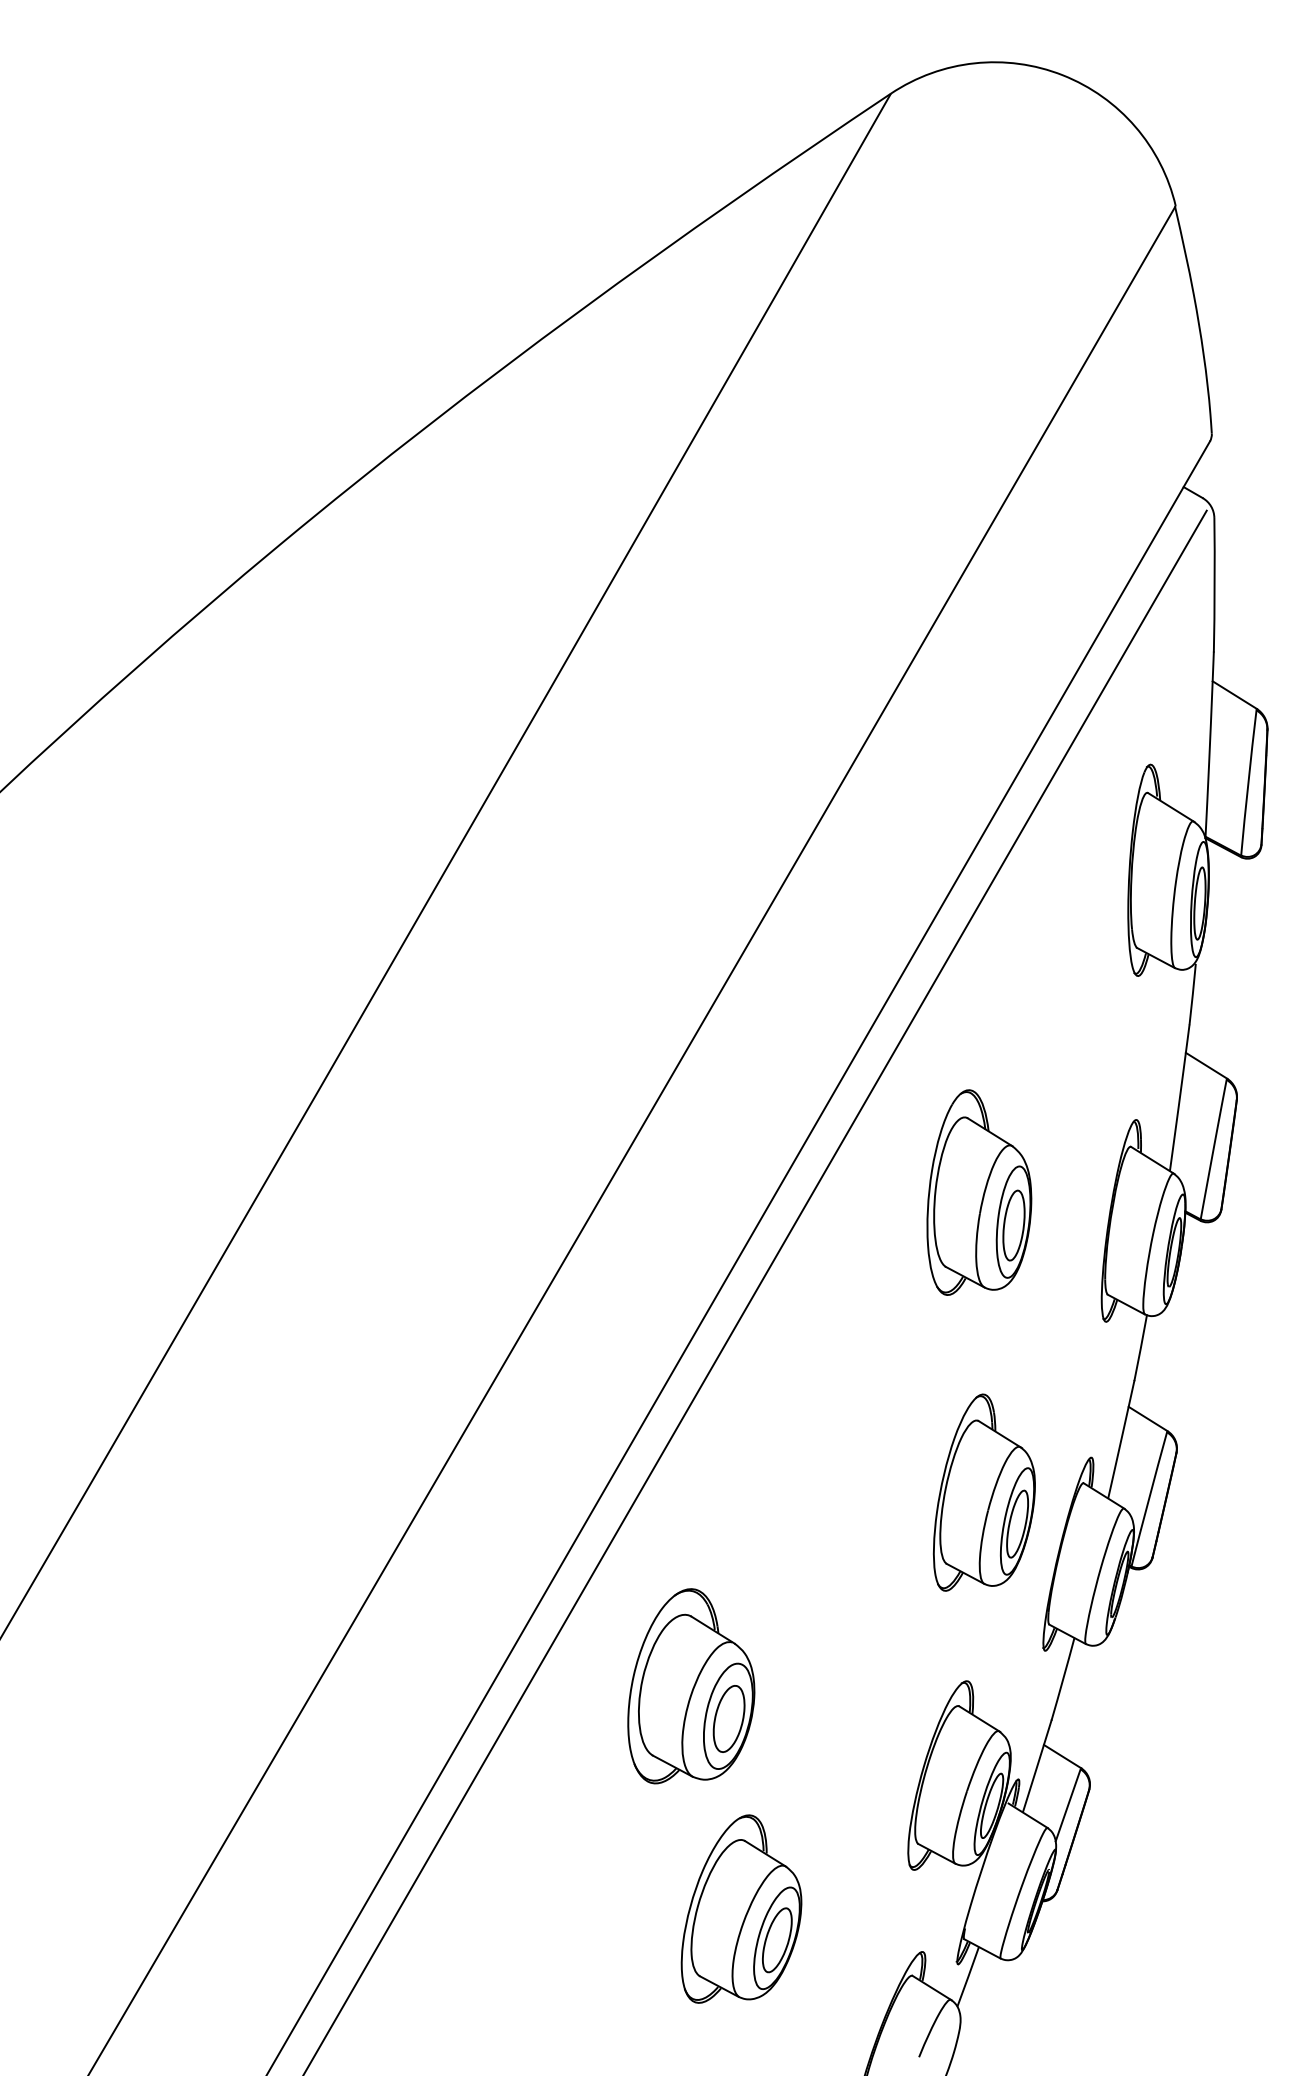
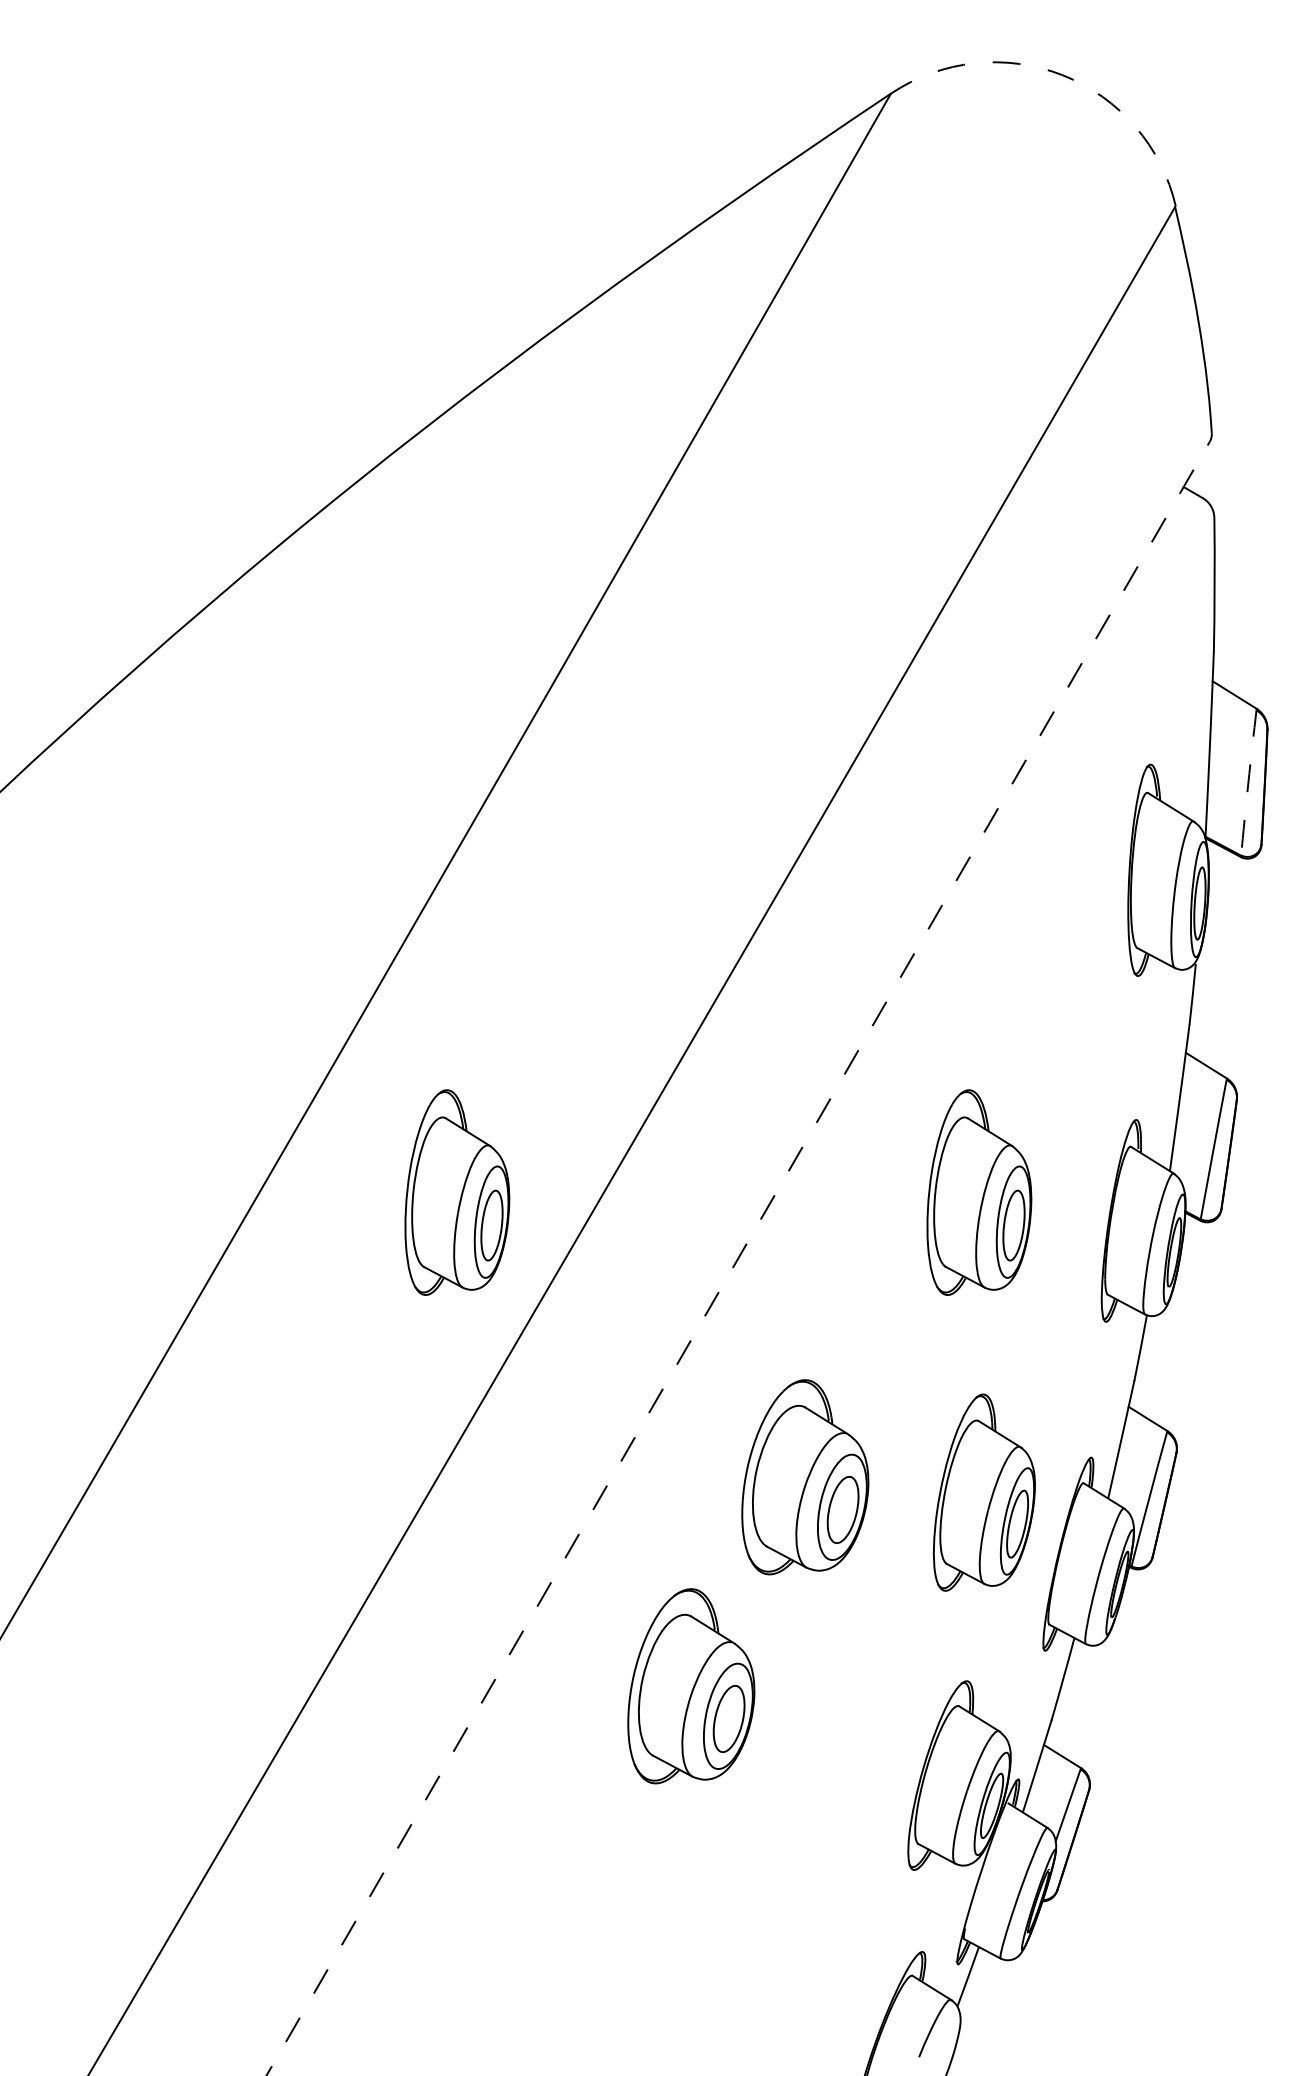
arc at (1062, 75): solid -> dashed
arc at (1248, 782): solid -> dashed
part at (457, 1192): none -> present
line at (738, 1258): solid -> dashed
line at (755, 1291): present -> none
part at (805, 1477): none -> present
part at (741, 1908): present -> none
